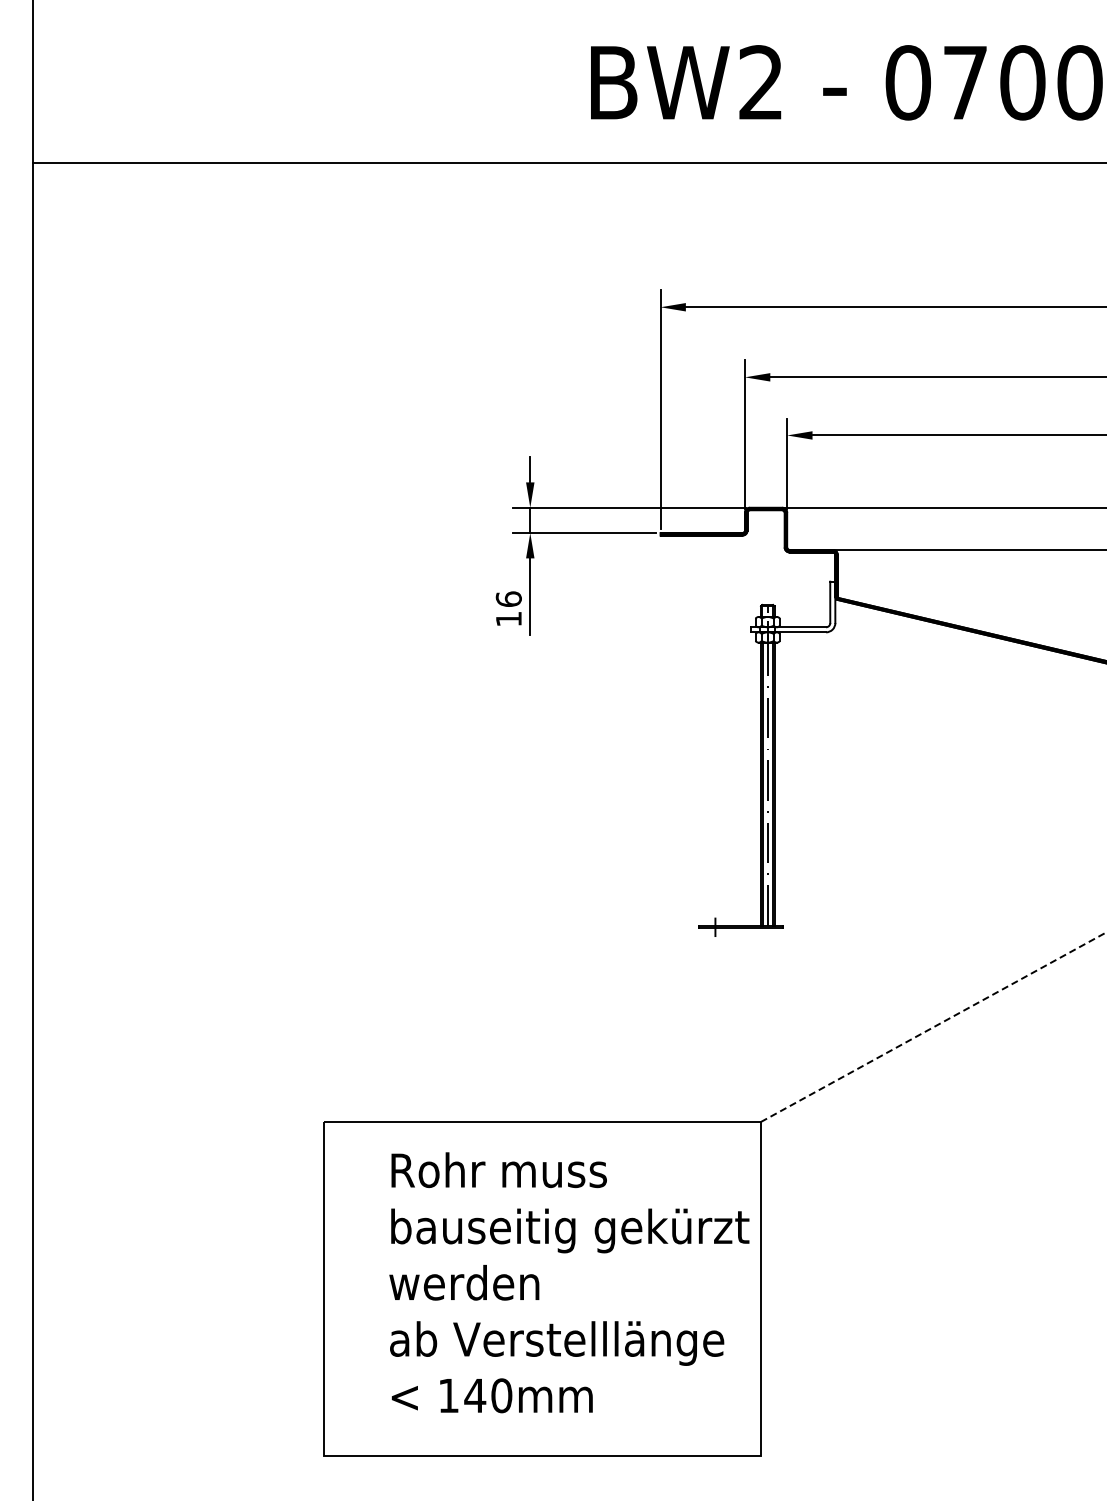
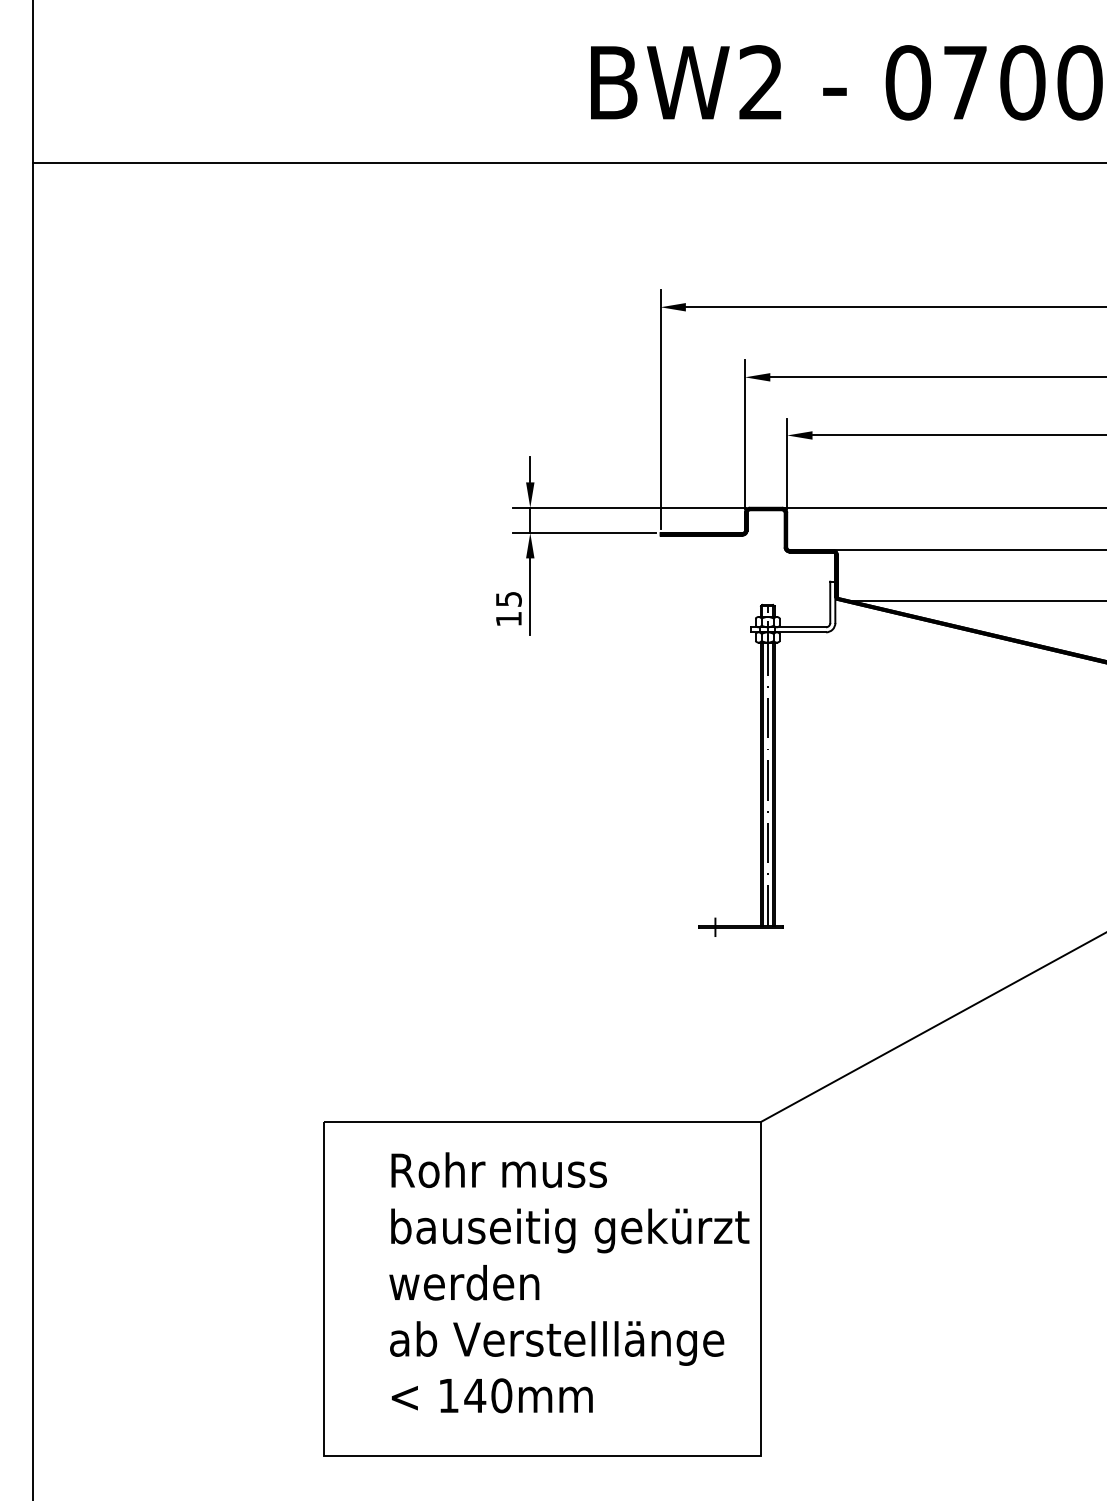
text at (508, 598): 16 -> 15
line at (976, 600): none -> present
line at (934, 1026): dashed -> solid
